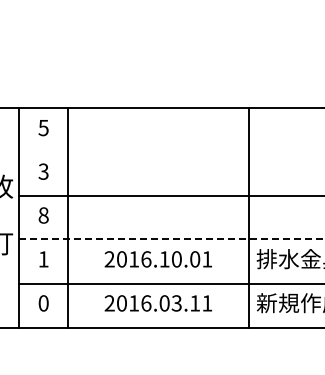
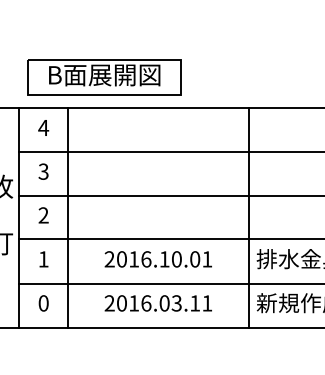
part at (104, 77): none -> present
text at (43, 128): 5 -> 4
line at (170, 151): none -> present
text at (43, 215): 8 -> 2
line at (172, 239): dashed -> solid
